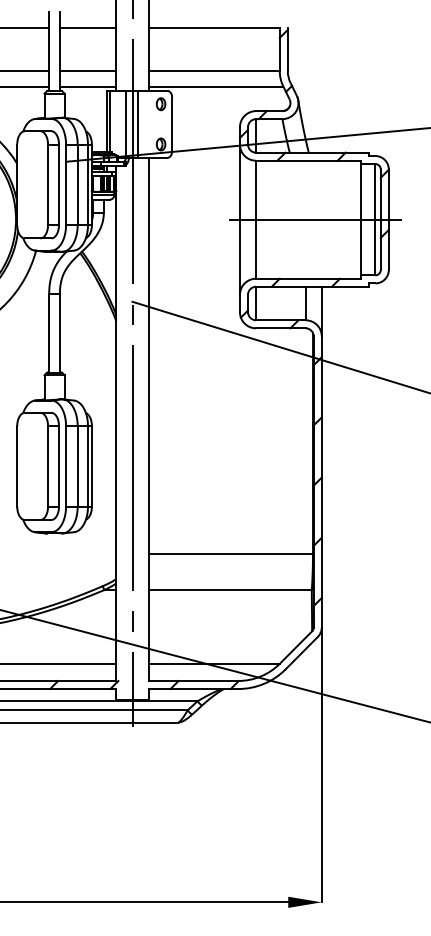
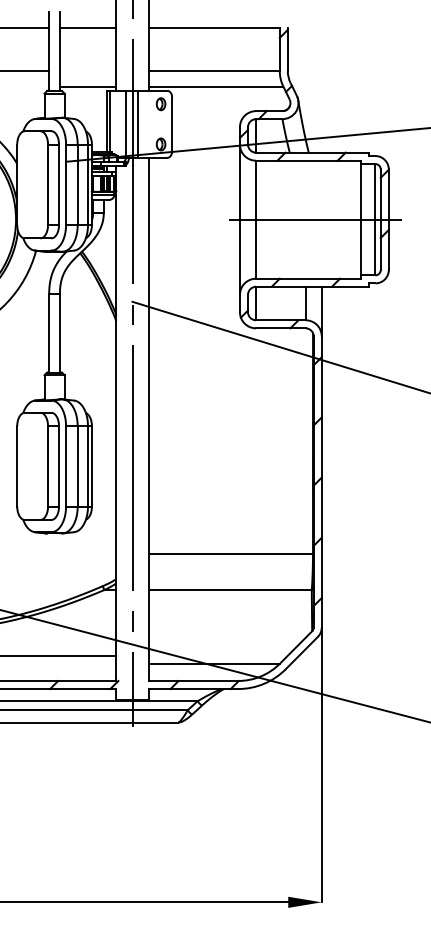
line at (87, 71): present -> none
line at (25, 86): present -> none
line at (59, 663) position: (59, 663) -> (59, 655)
